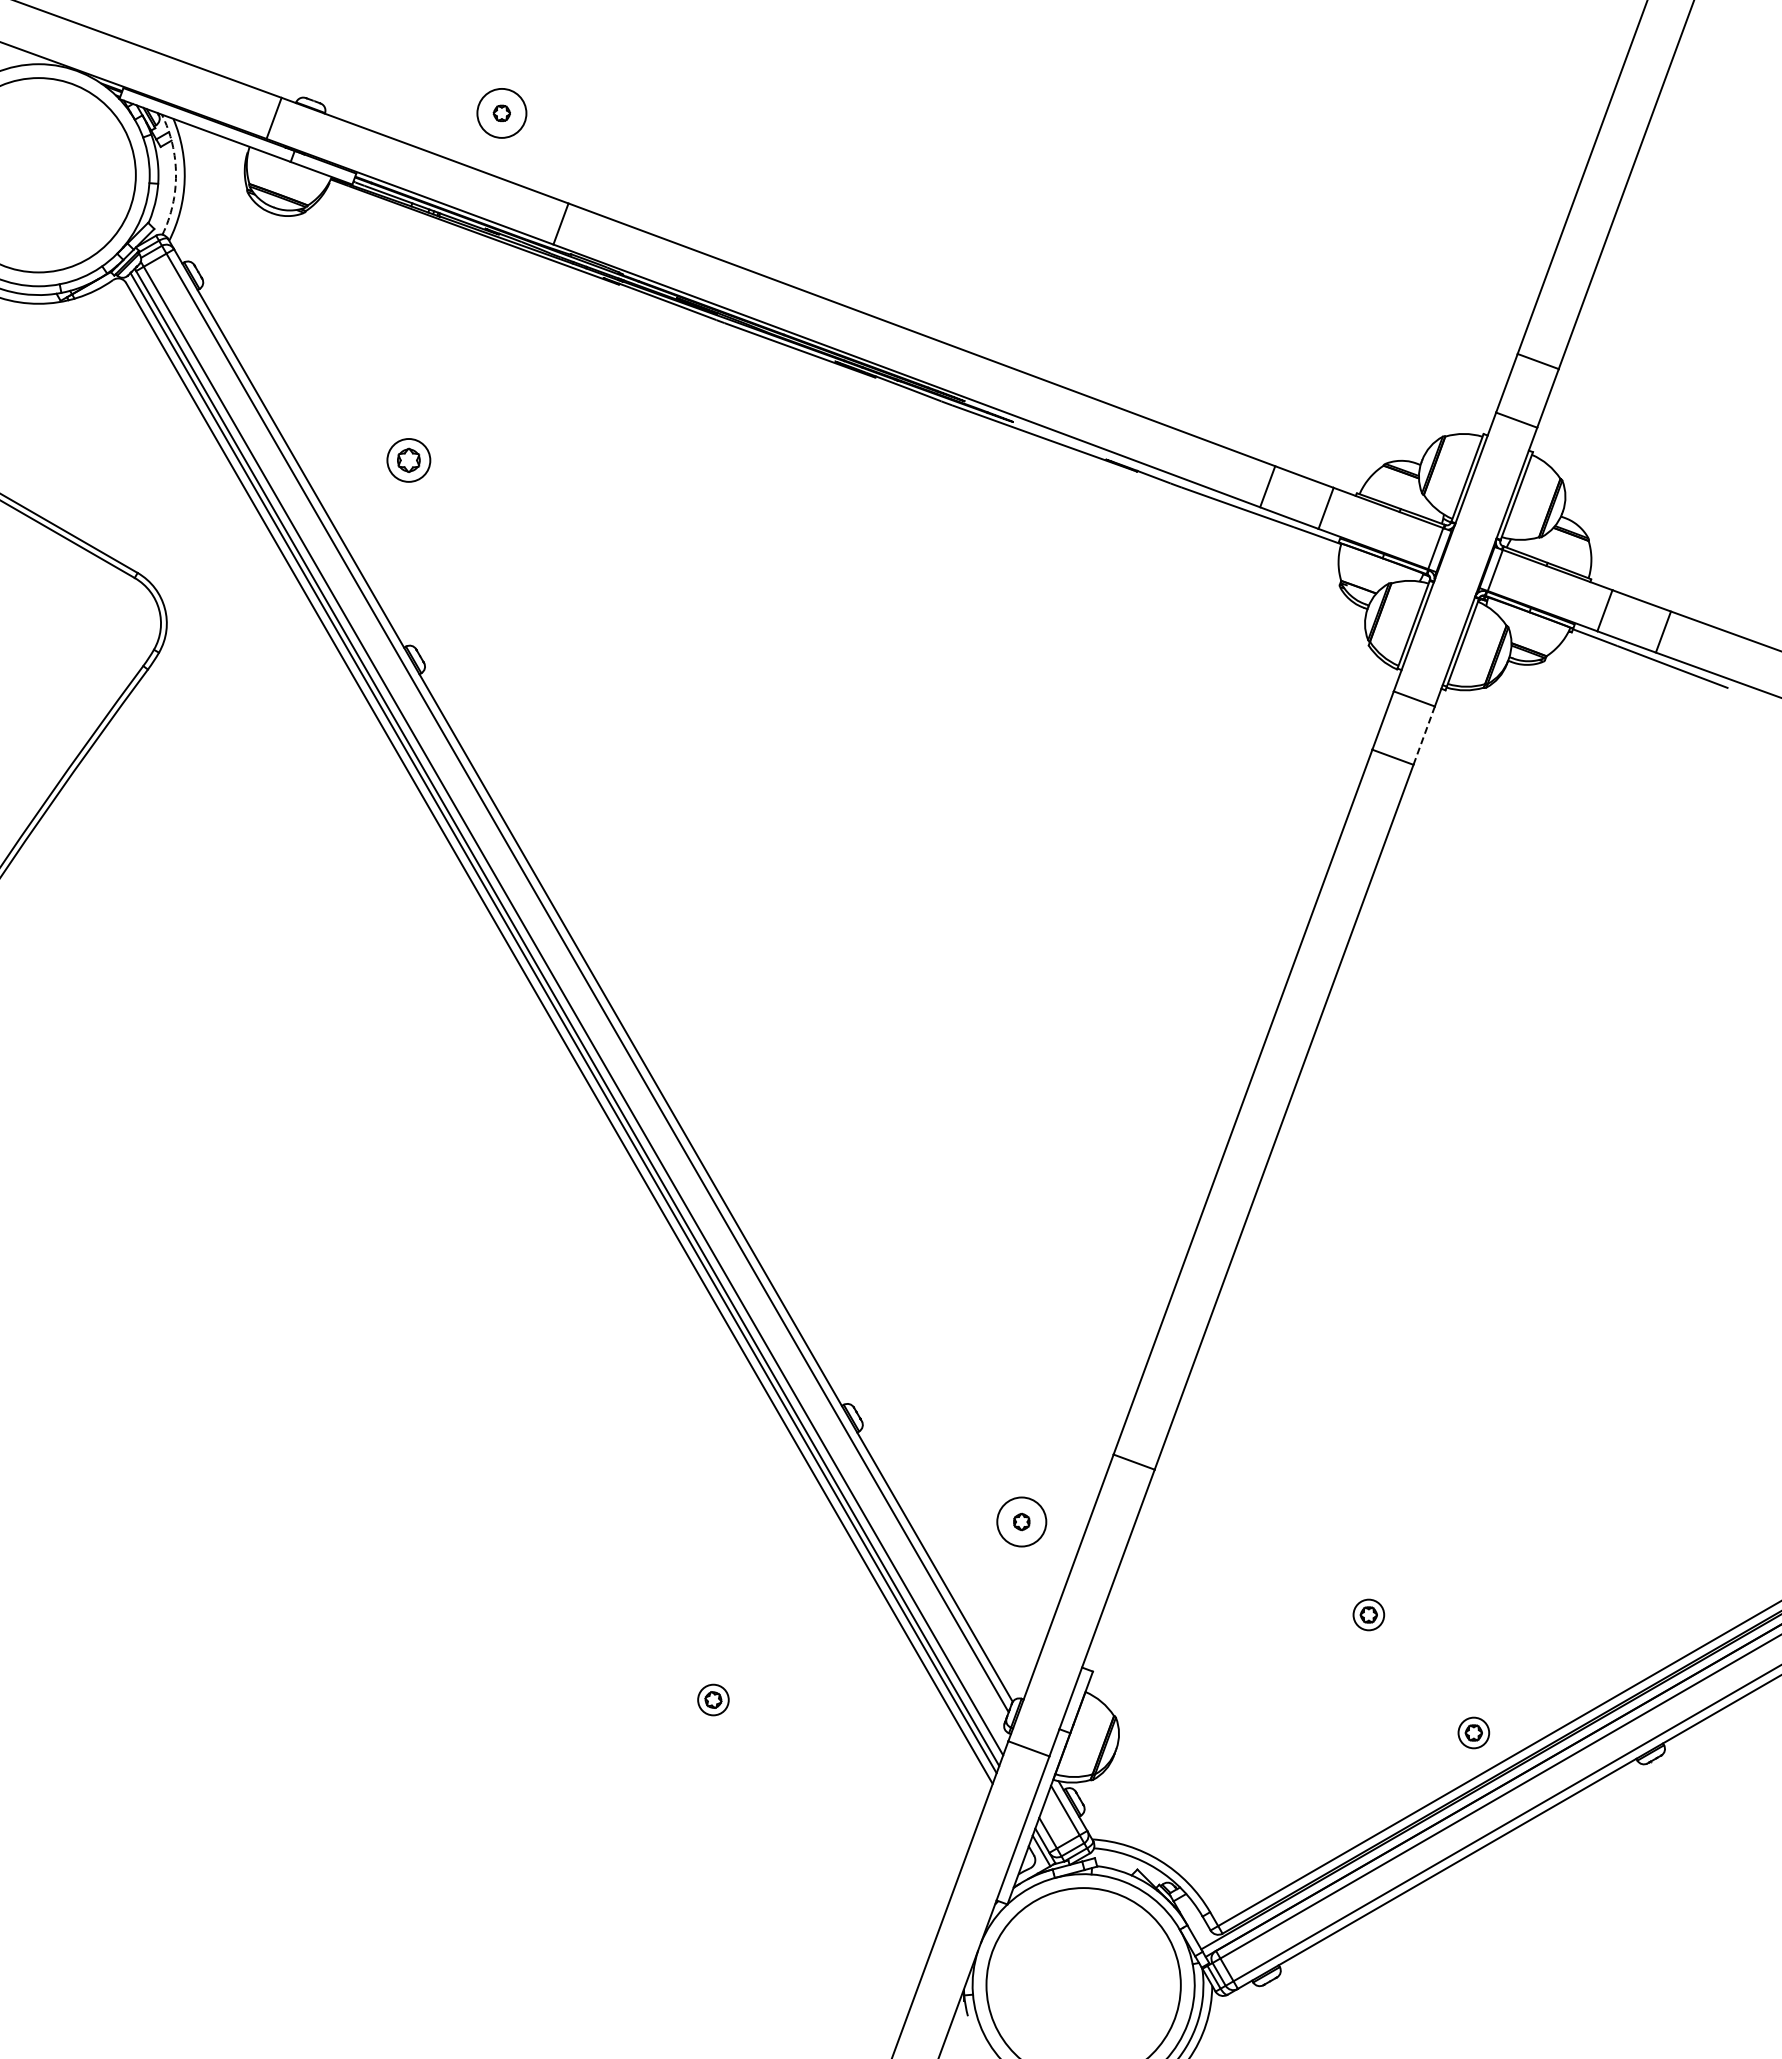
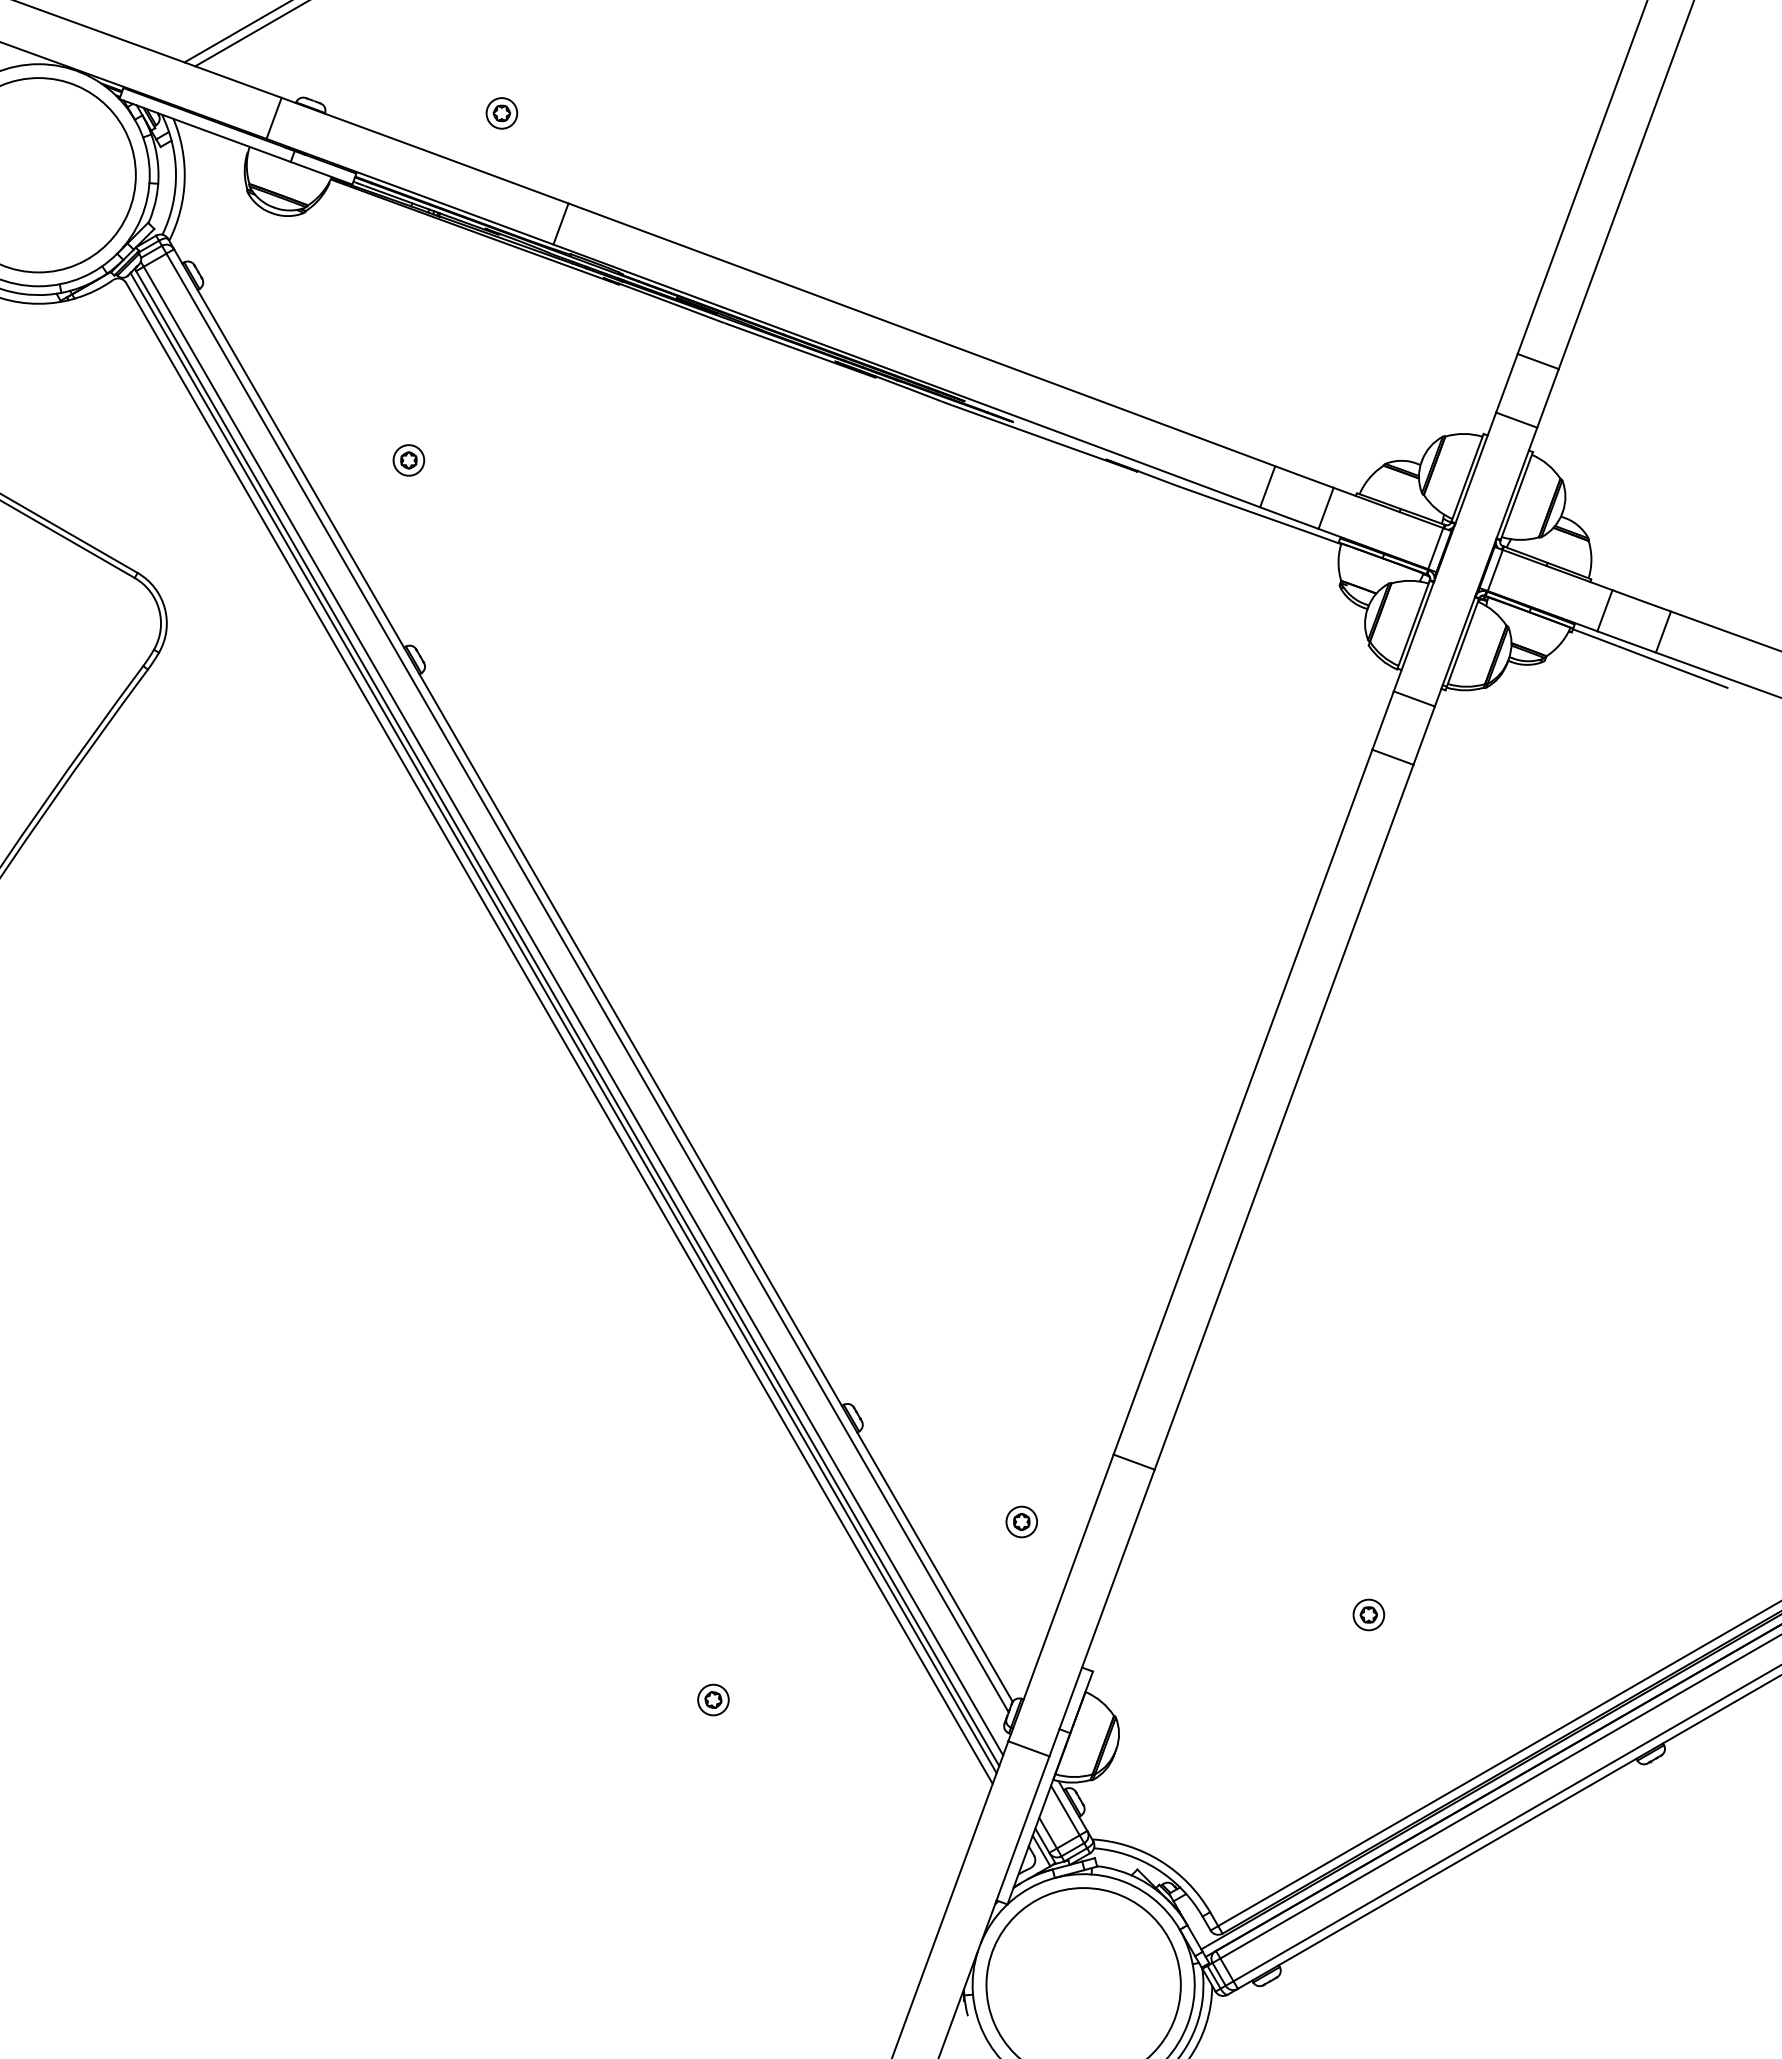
line at (236, 32): none -> present
line at (250, 34): none -> present
circle at (501, 112) diameter: 49 px -> 31 px
arc at (176, 174): dashed -> solid
part at (408, 460) size: 46x45 px -> 34x33 px
line at (1424, 736): dashed -> solid
circle at (1021, 1521) diameter: 49 px -> 31 px
part at (1473, 1732): present -> none
